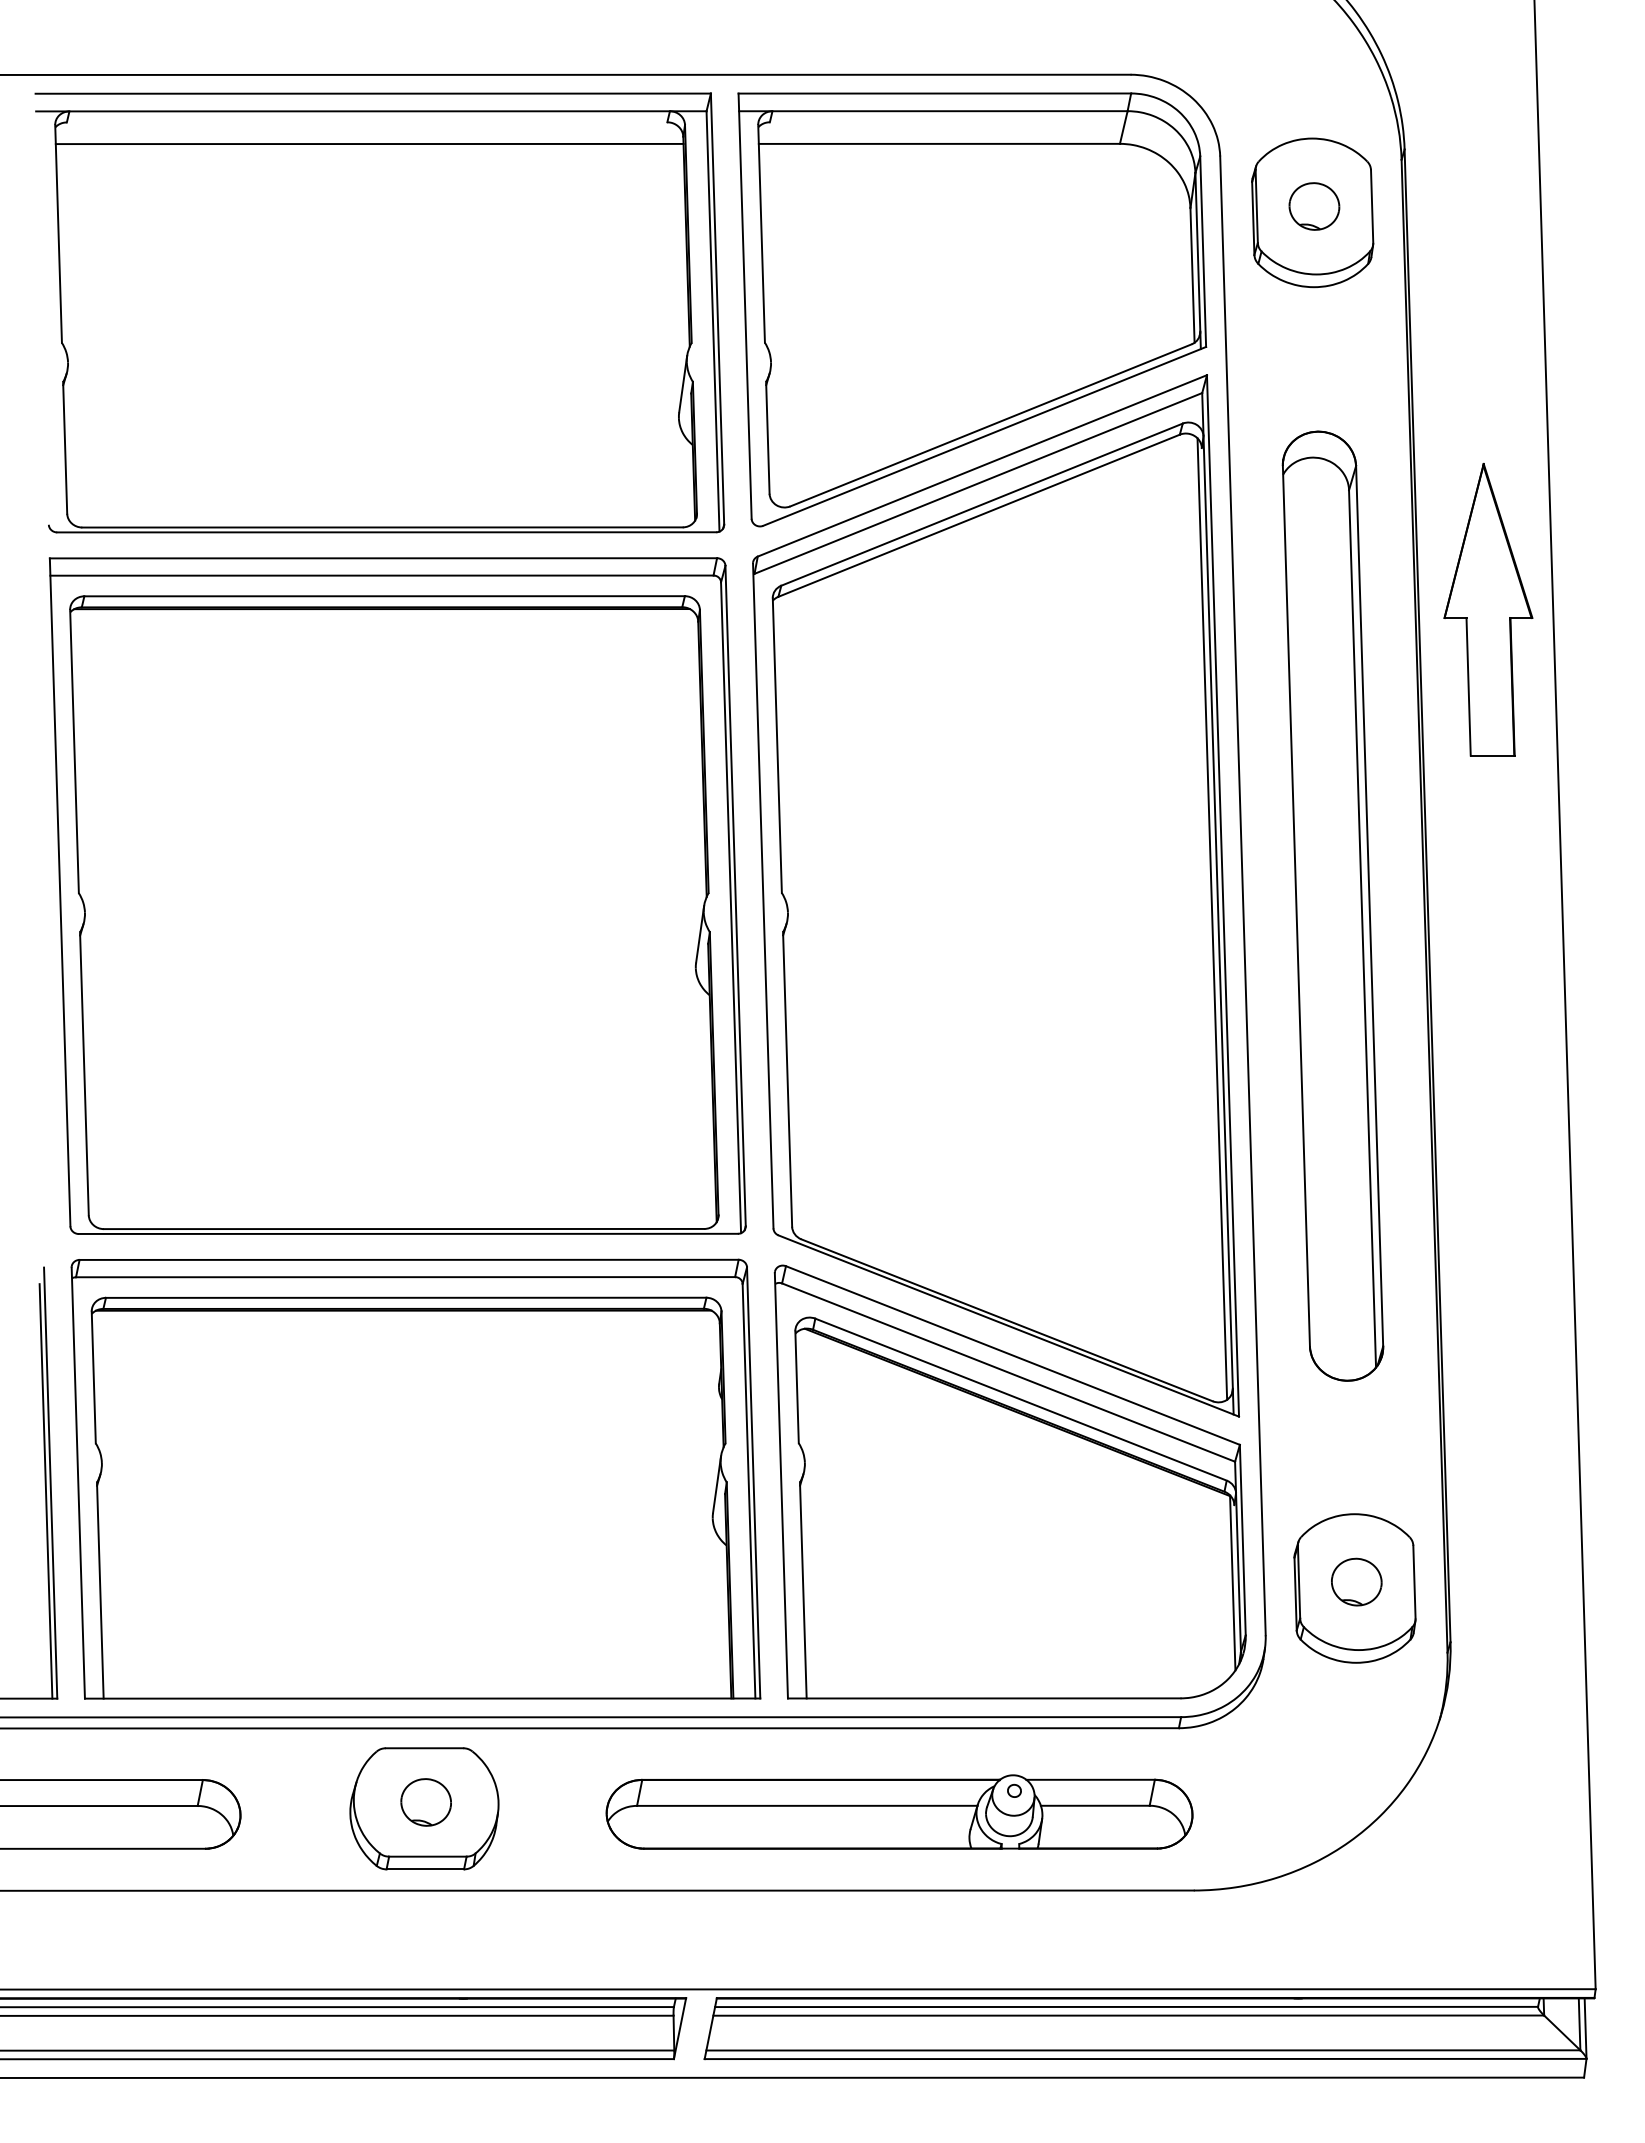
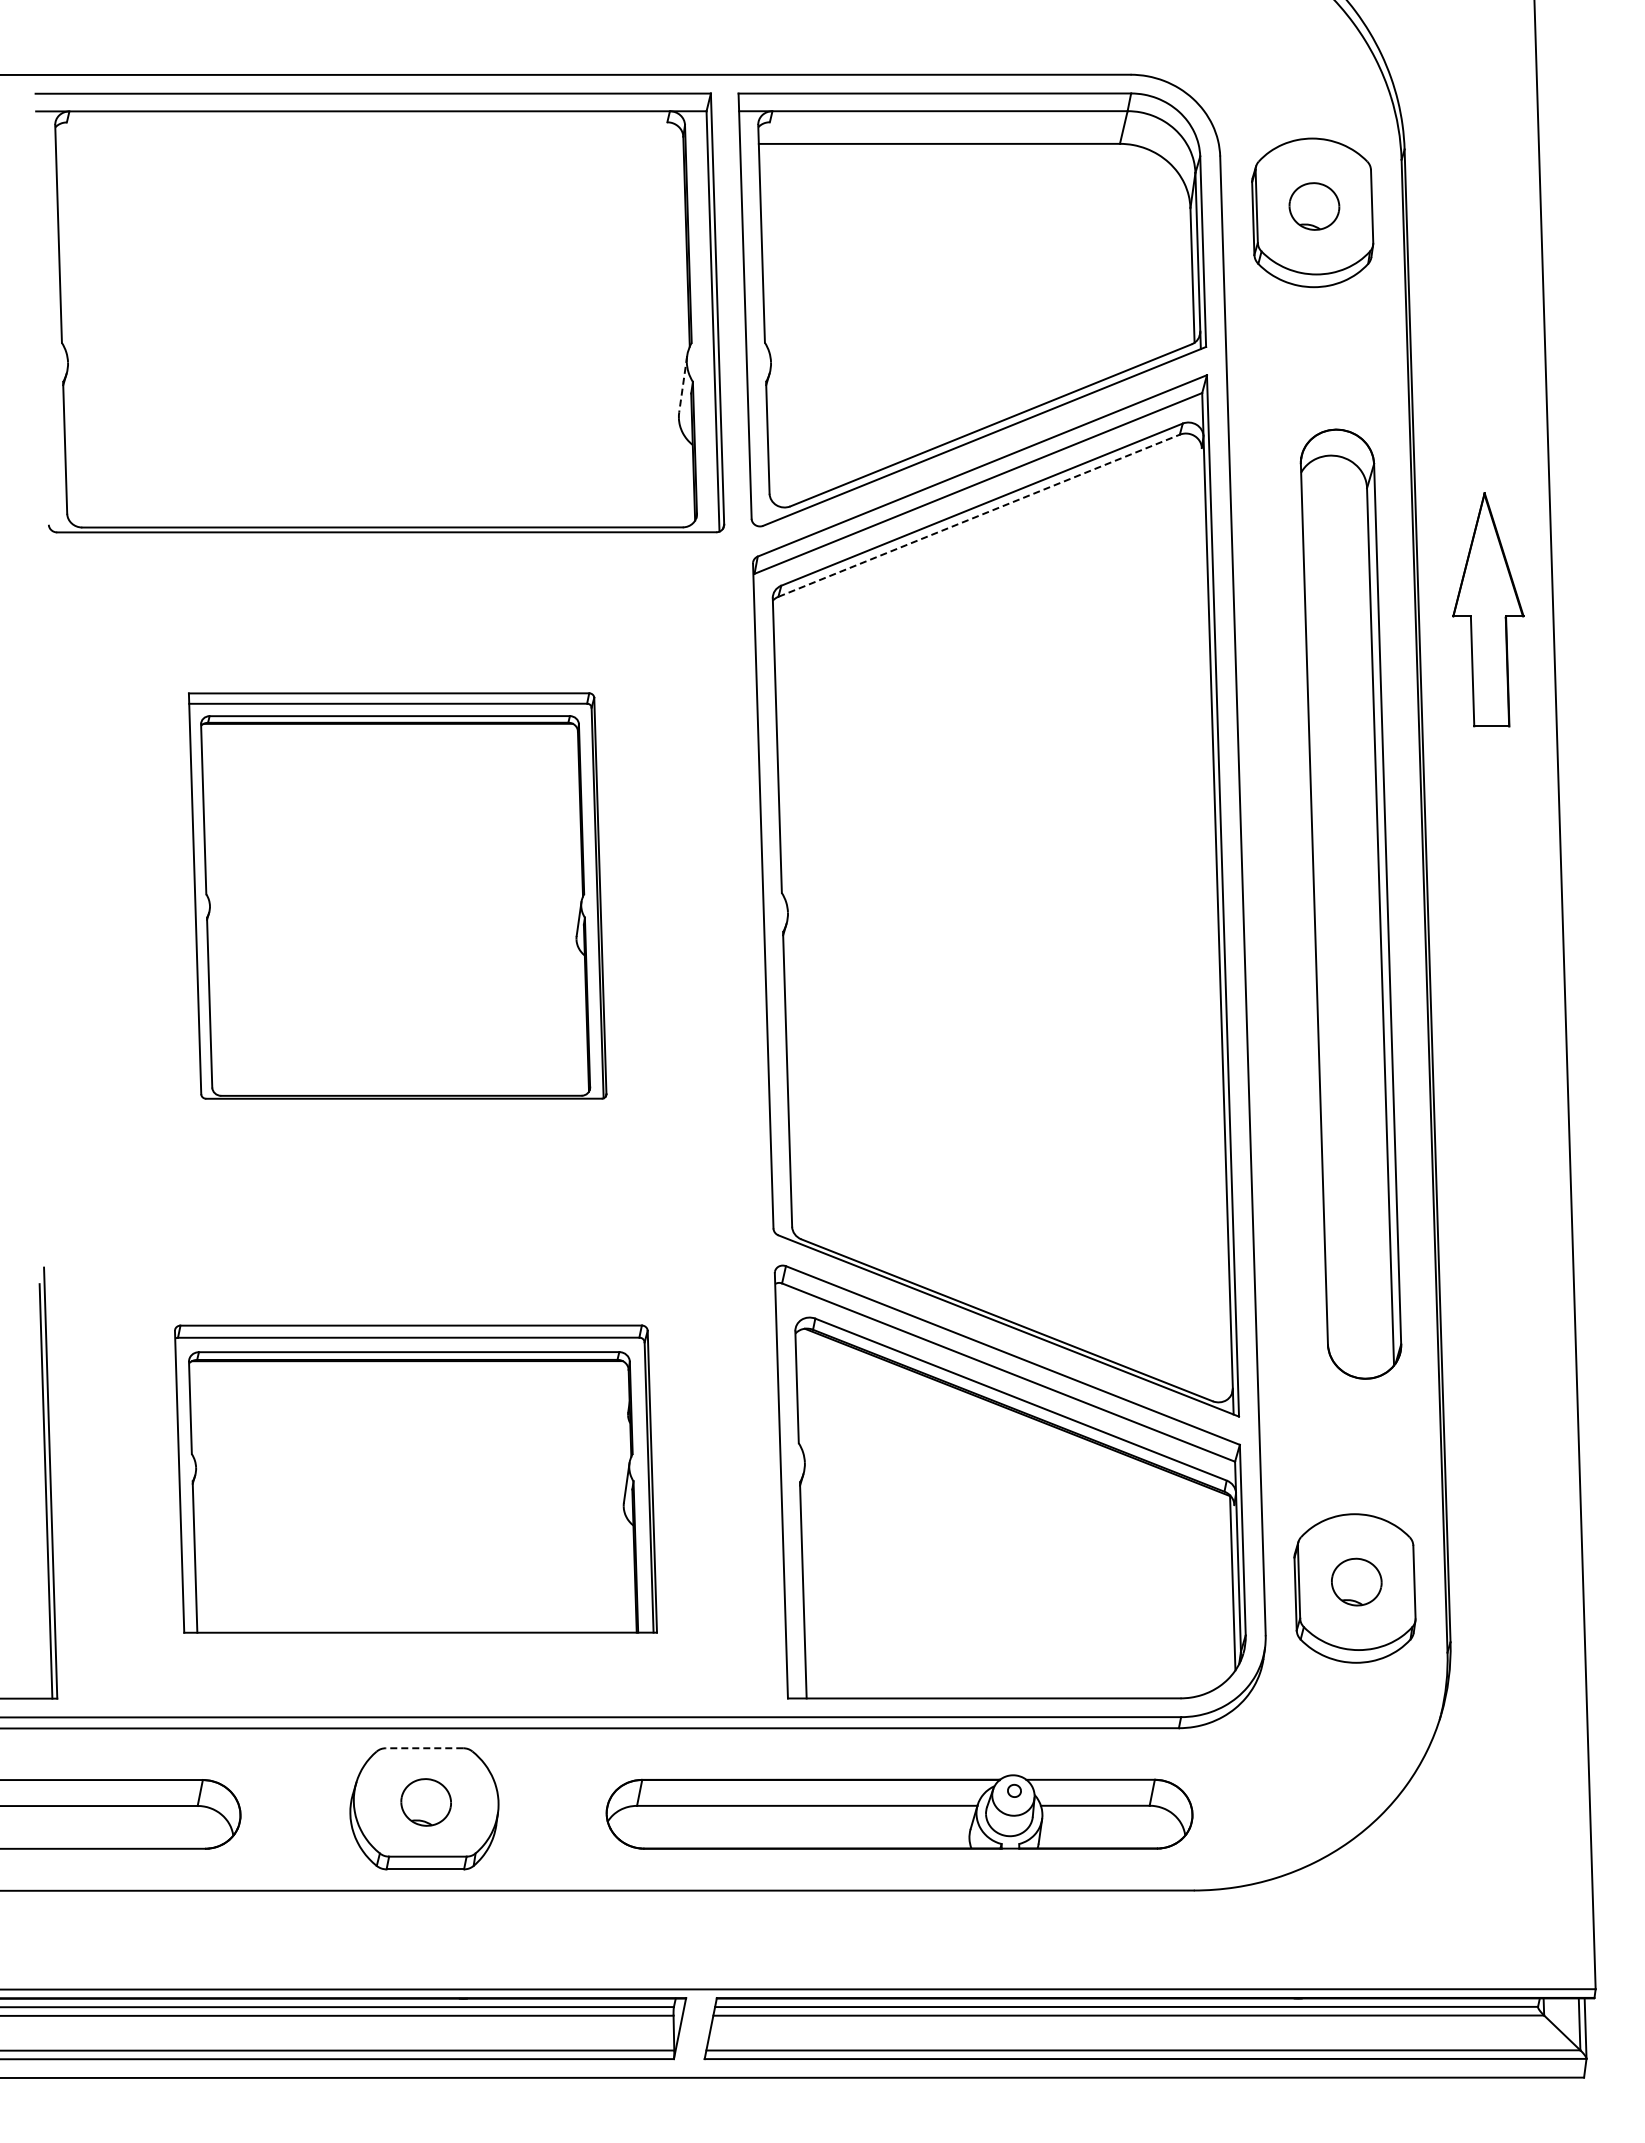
line at (369, 143): present -> none
line at (683, 384): solid -> dashed
line at (979, 515): solid -> dashed
part at (1488, 609) size: 91x295 px -> 73x236 px
part at (397, 895) size: 699x678 px -> 420x408 px
part at (1332, 905) position: (1332, 905) -> (1350, 903)
line at (1212, 918): present -> none
part at (415, 1478) size: 692x442 px -> 484x310 px
line at (424, 1748): solid -> dashed
